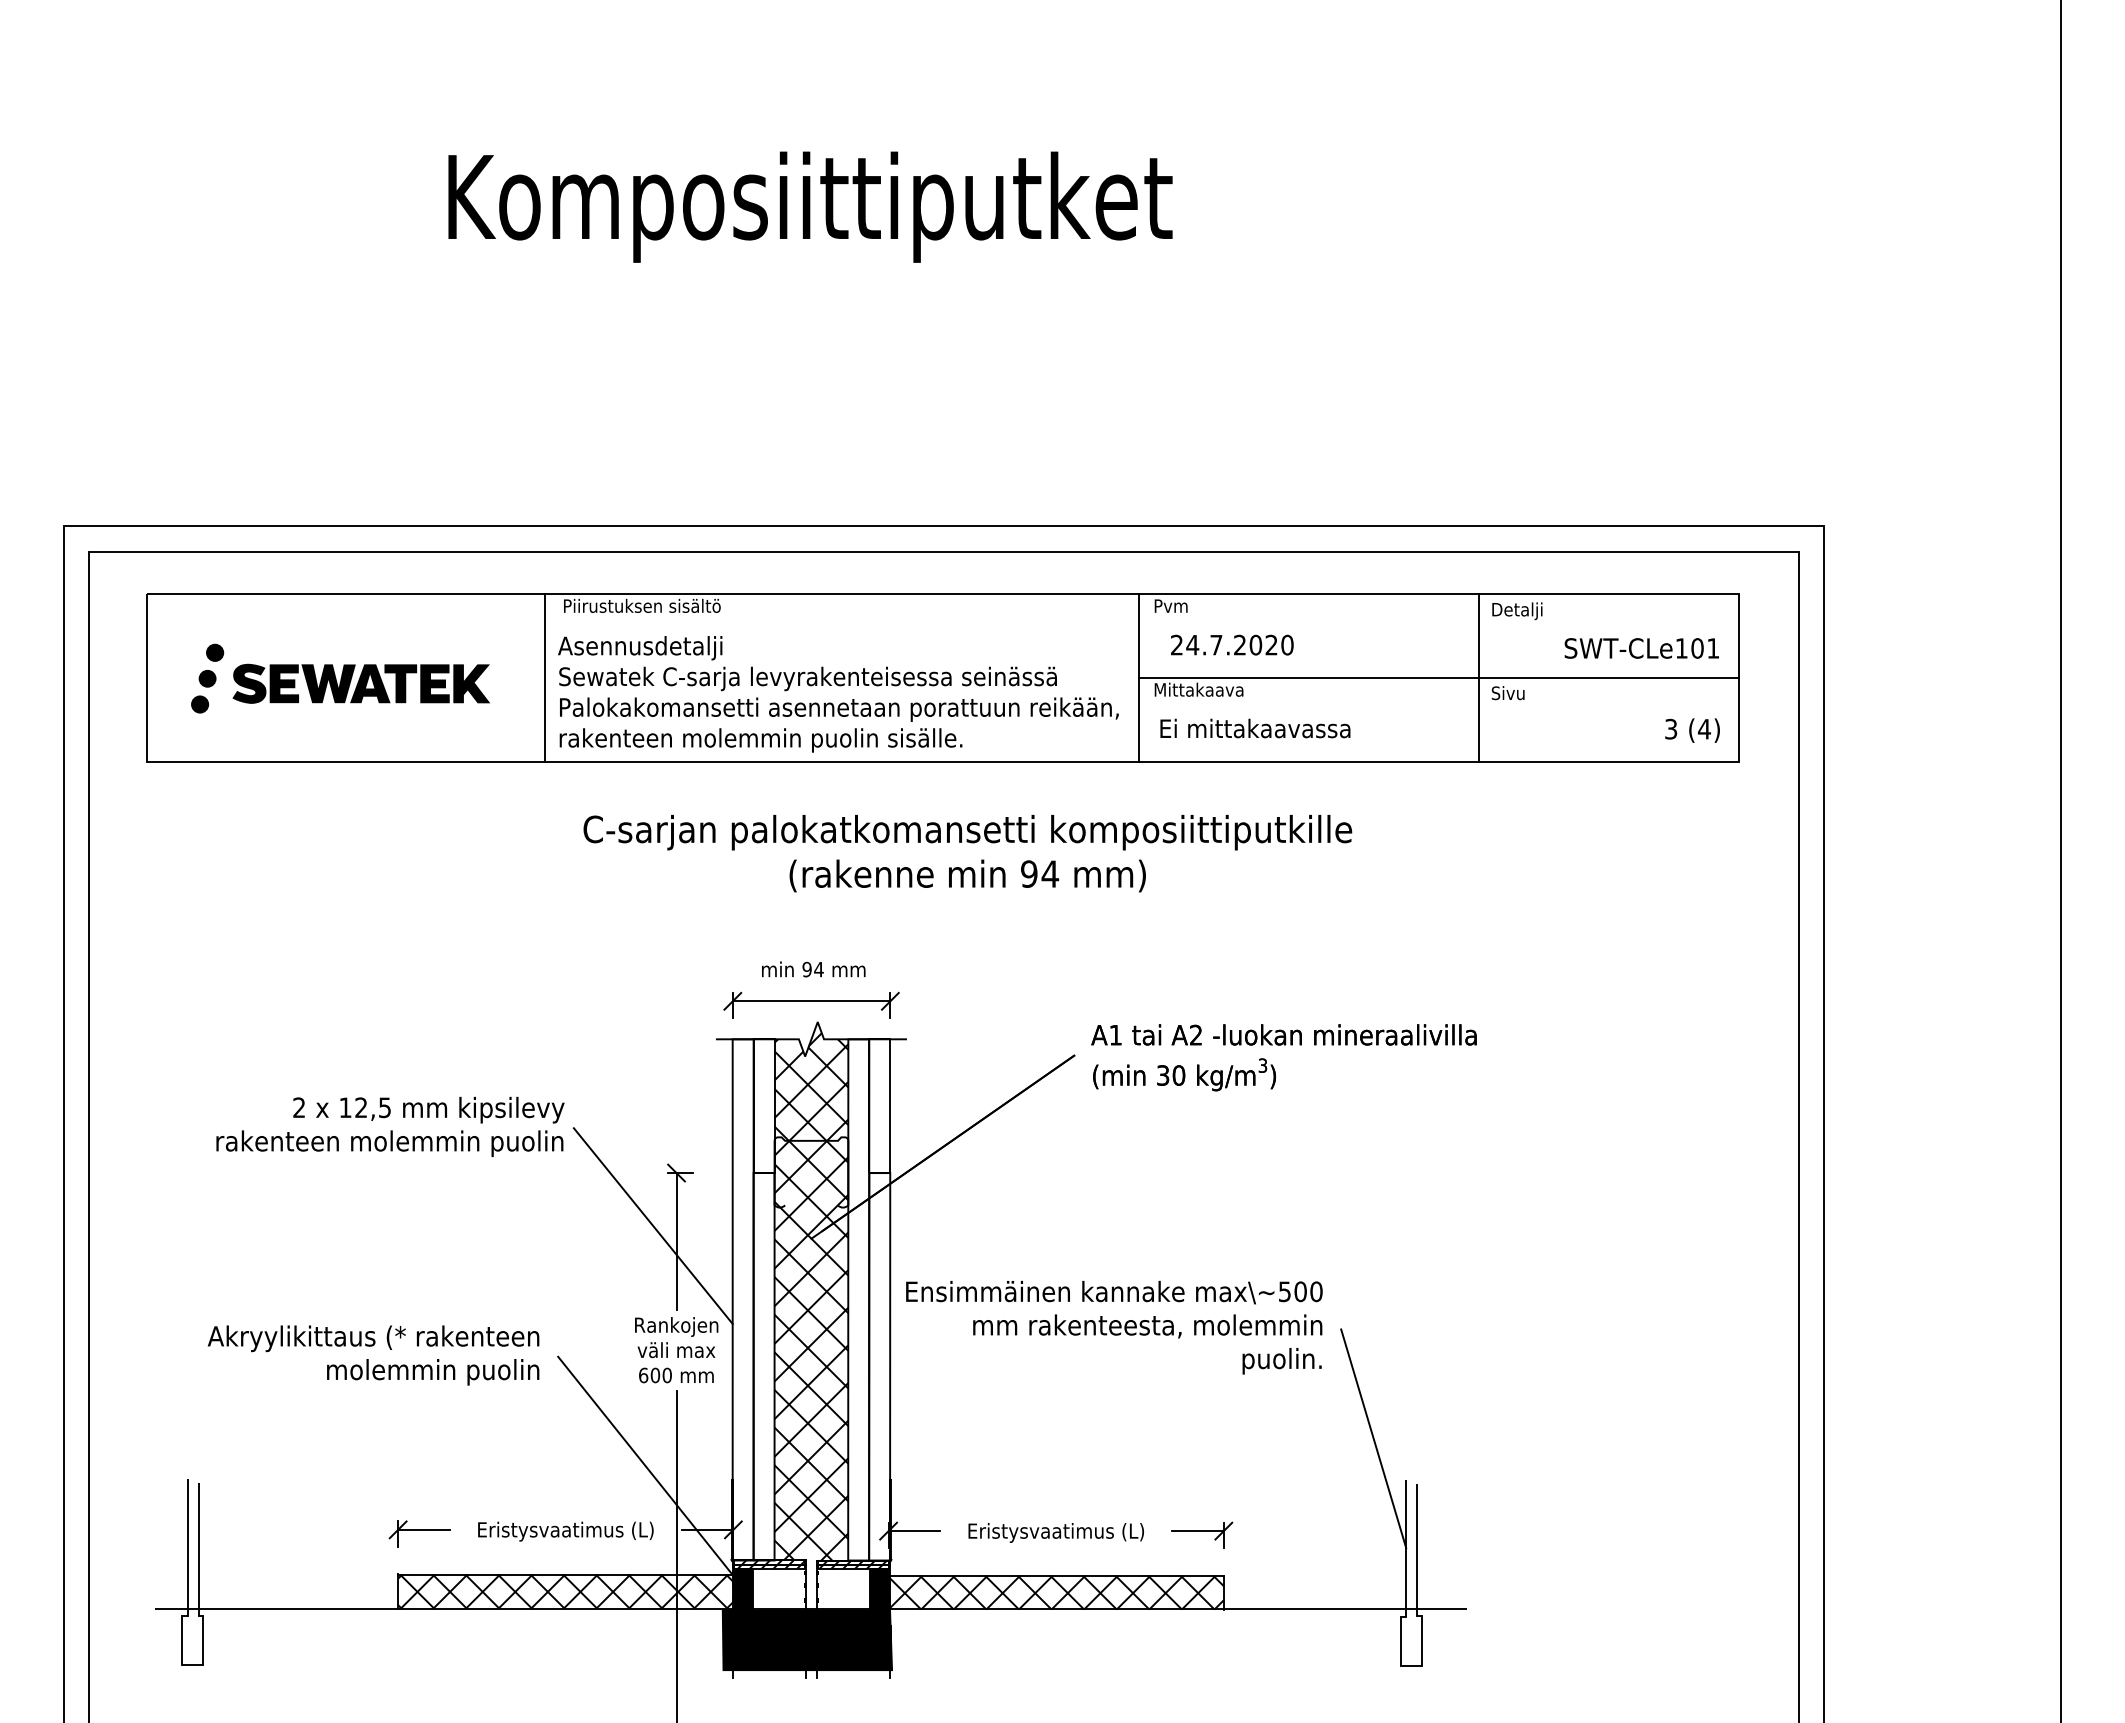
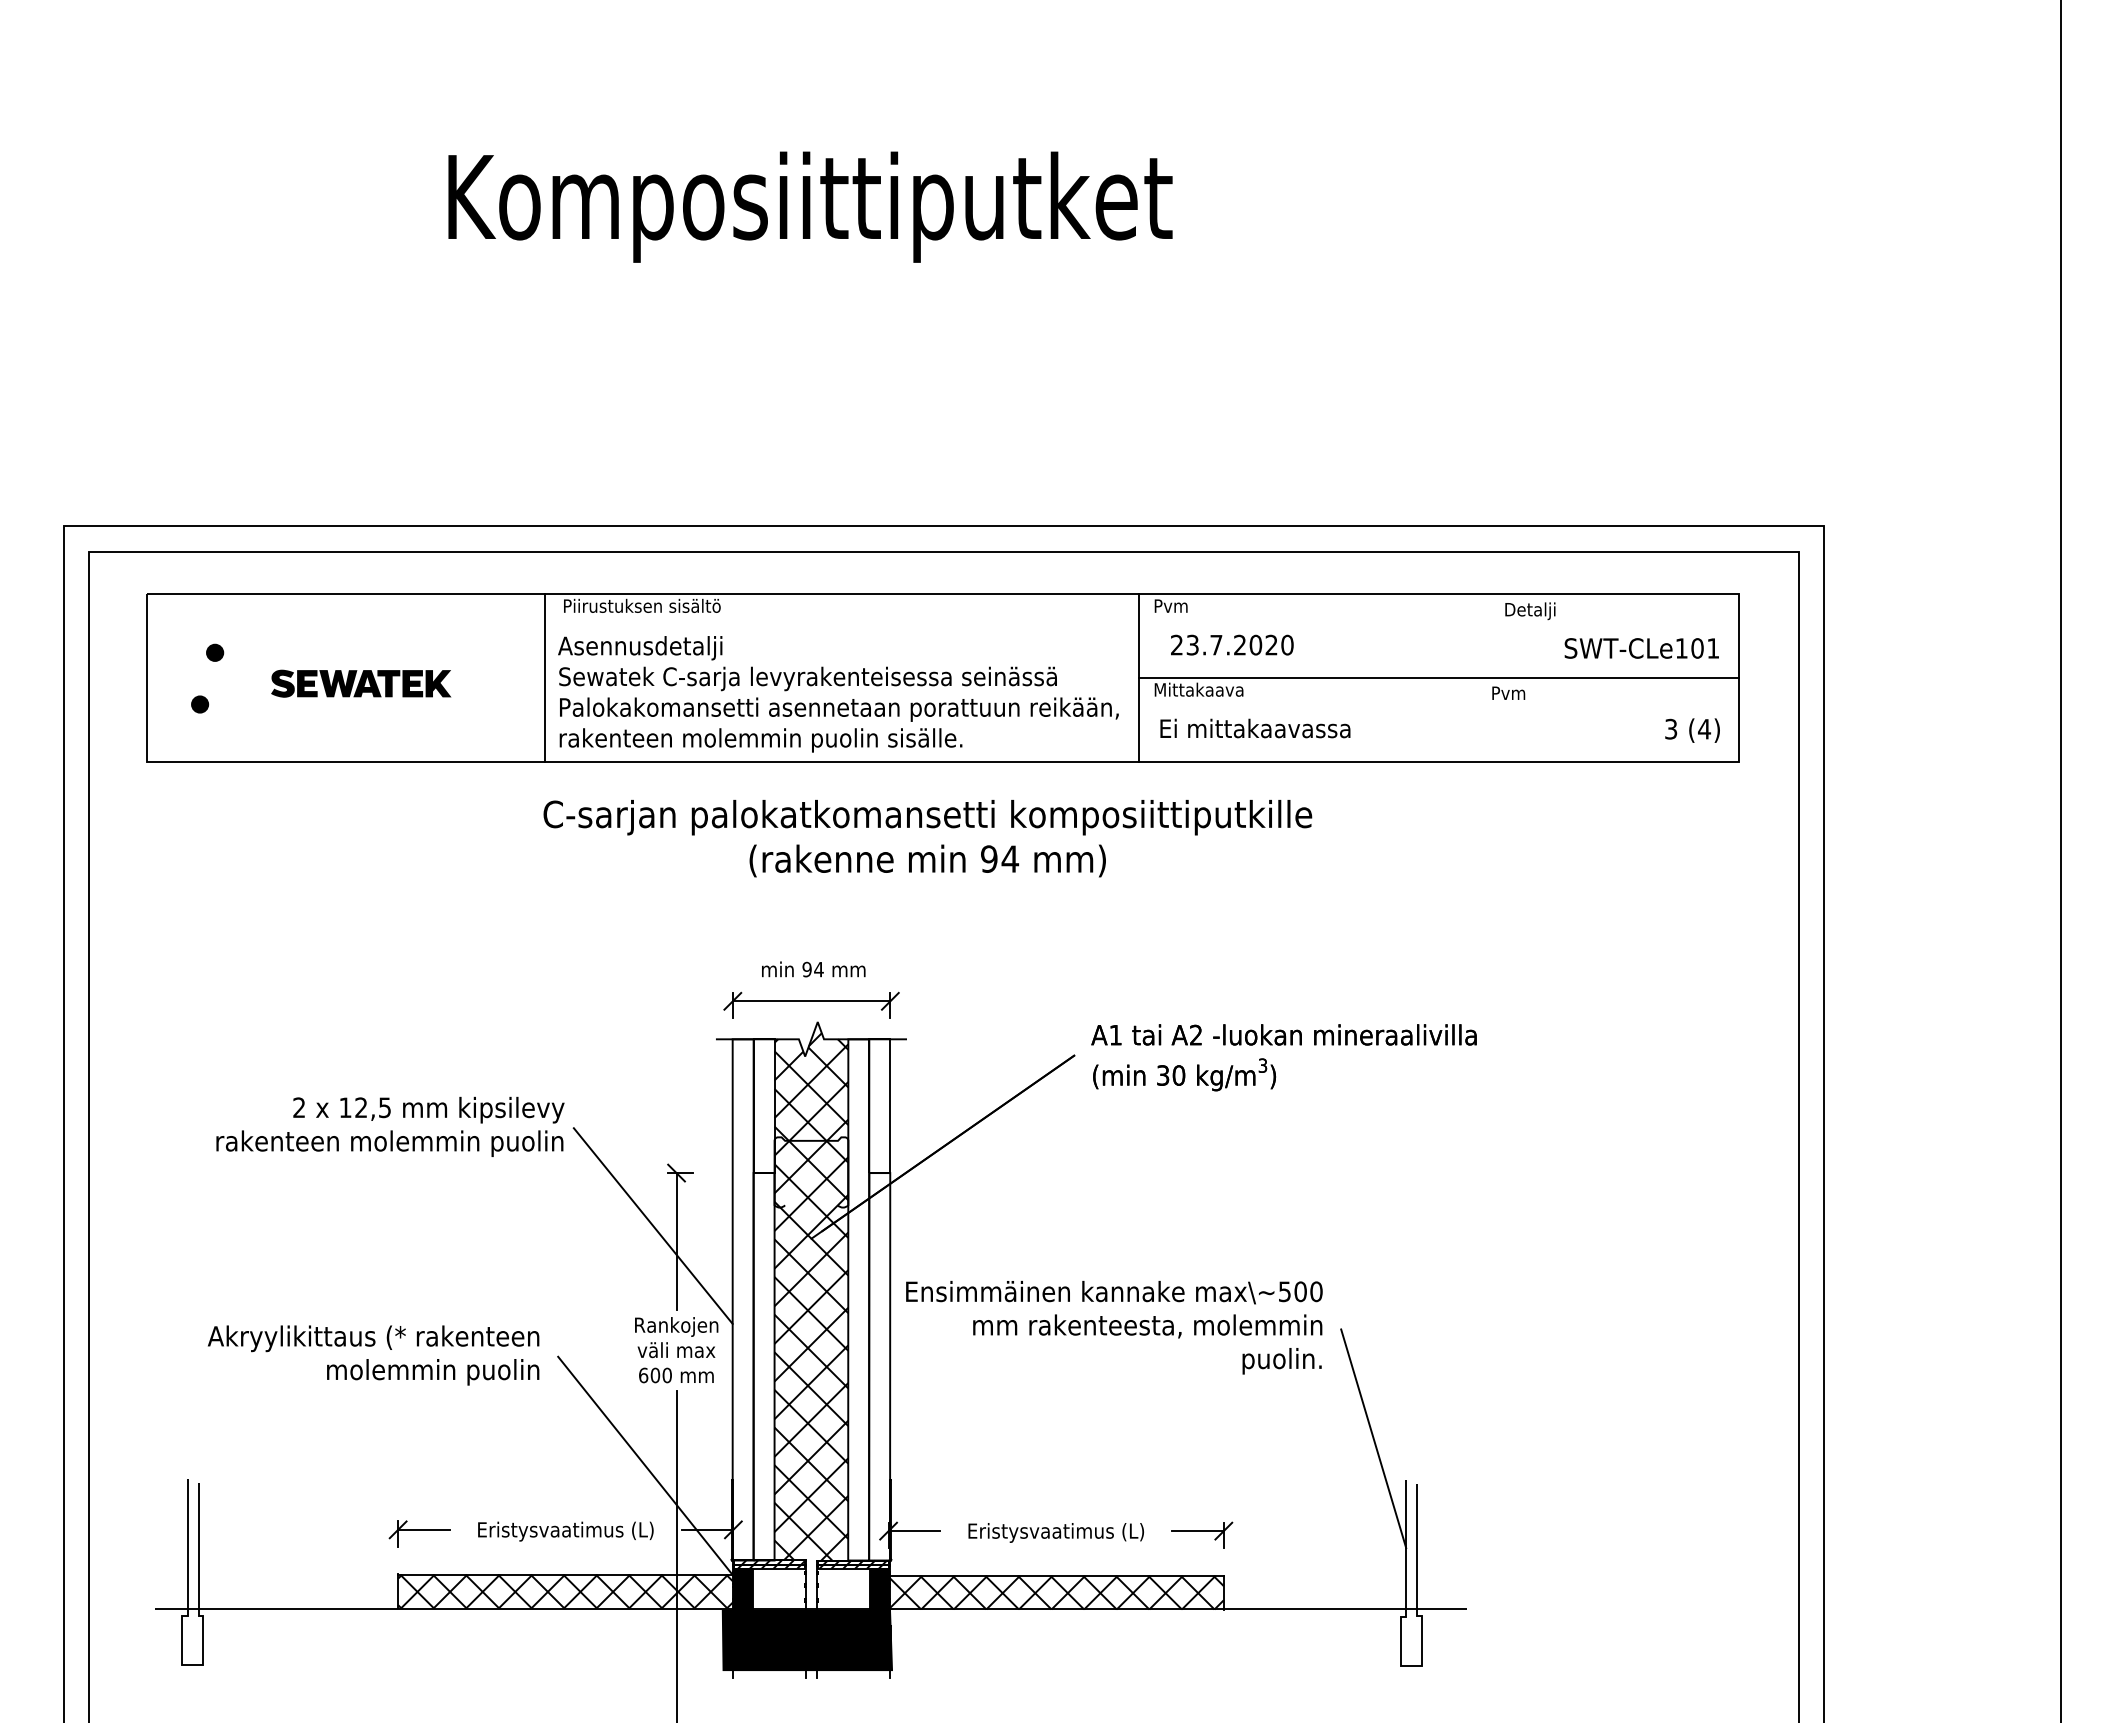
text at (1517, 611) position: (1517, 611) -> (1530, 611)
text at (1192, 644): 24.7.2020 -> 23.7.2020
line at (1478, 677): present -> none
fill at (207, 678): present -> none
part at (360, 683) size: 258x41 px -> 181x29 px
text at (1508, 693): Sivu -> Pvm
text at (967, 853) position: (967, 853) -> (927, 838)
